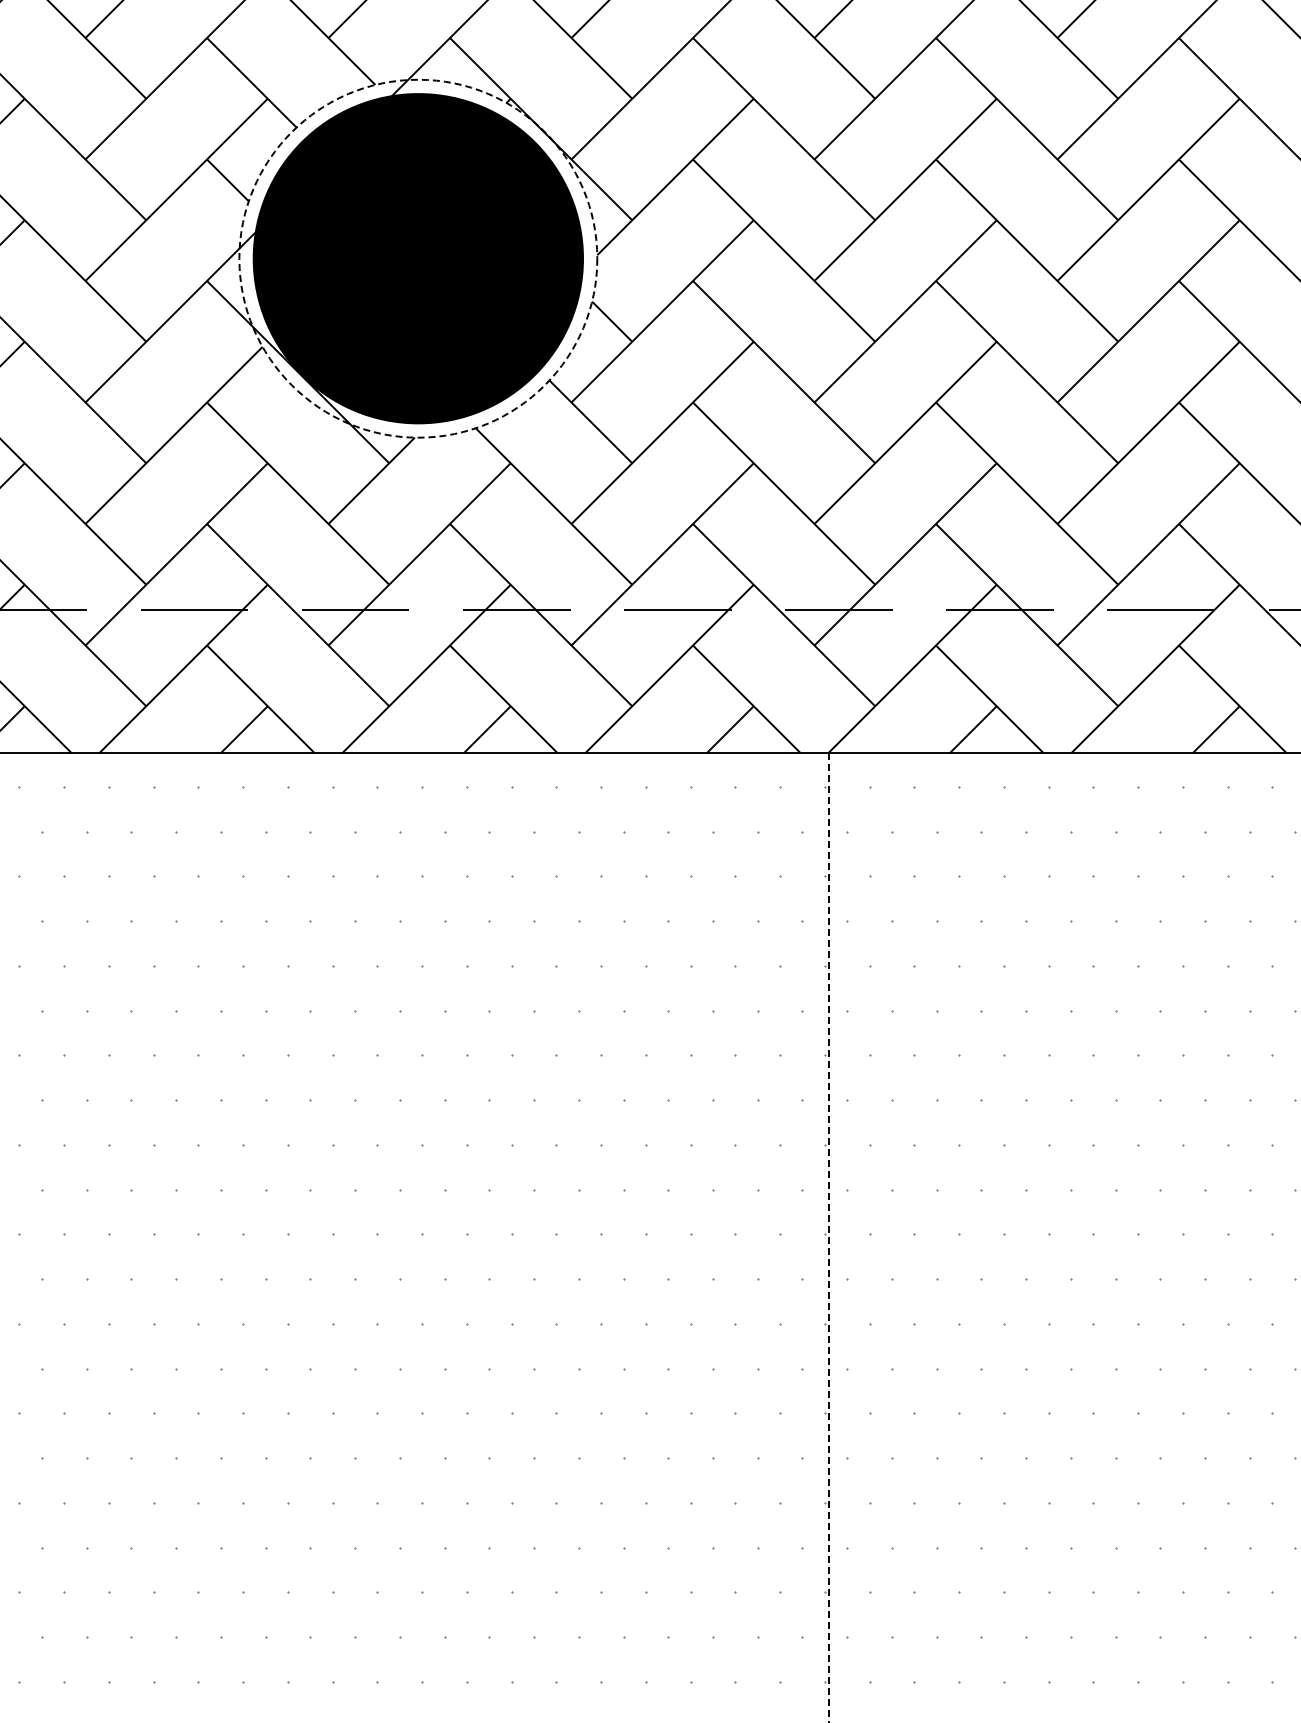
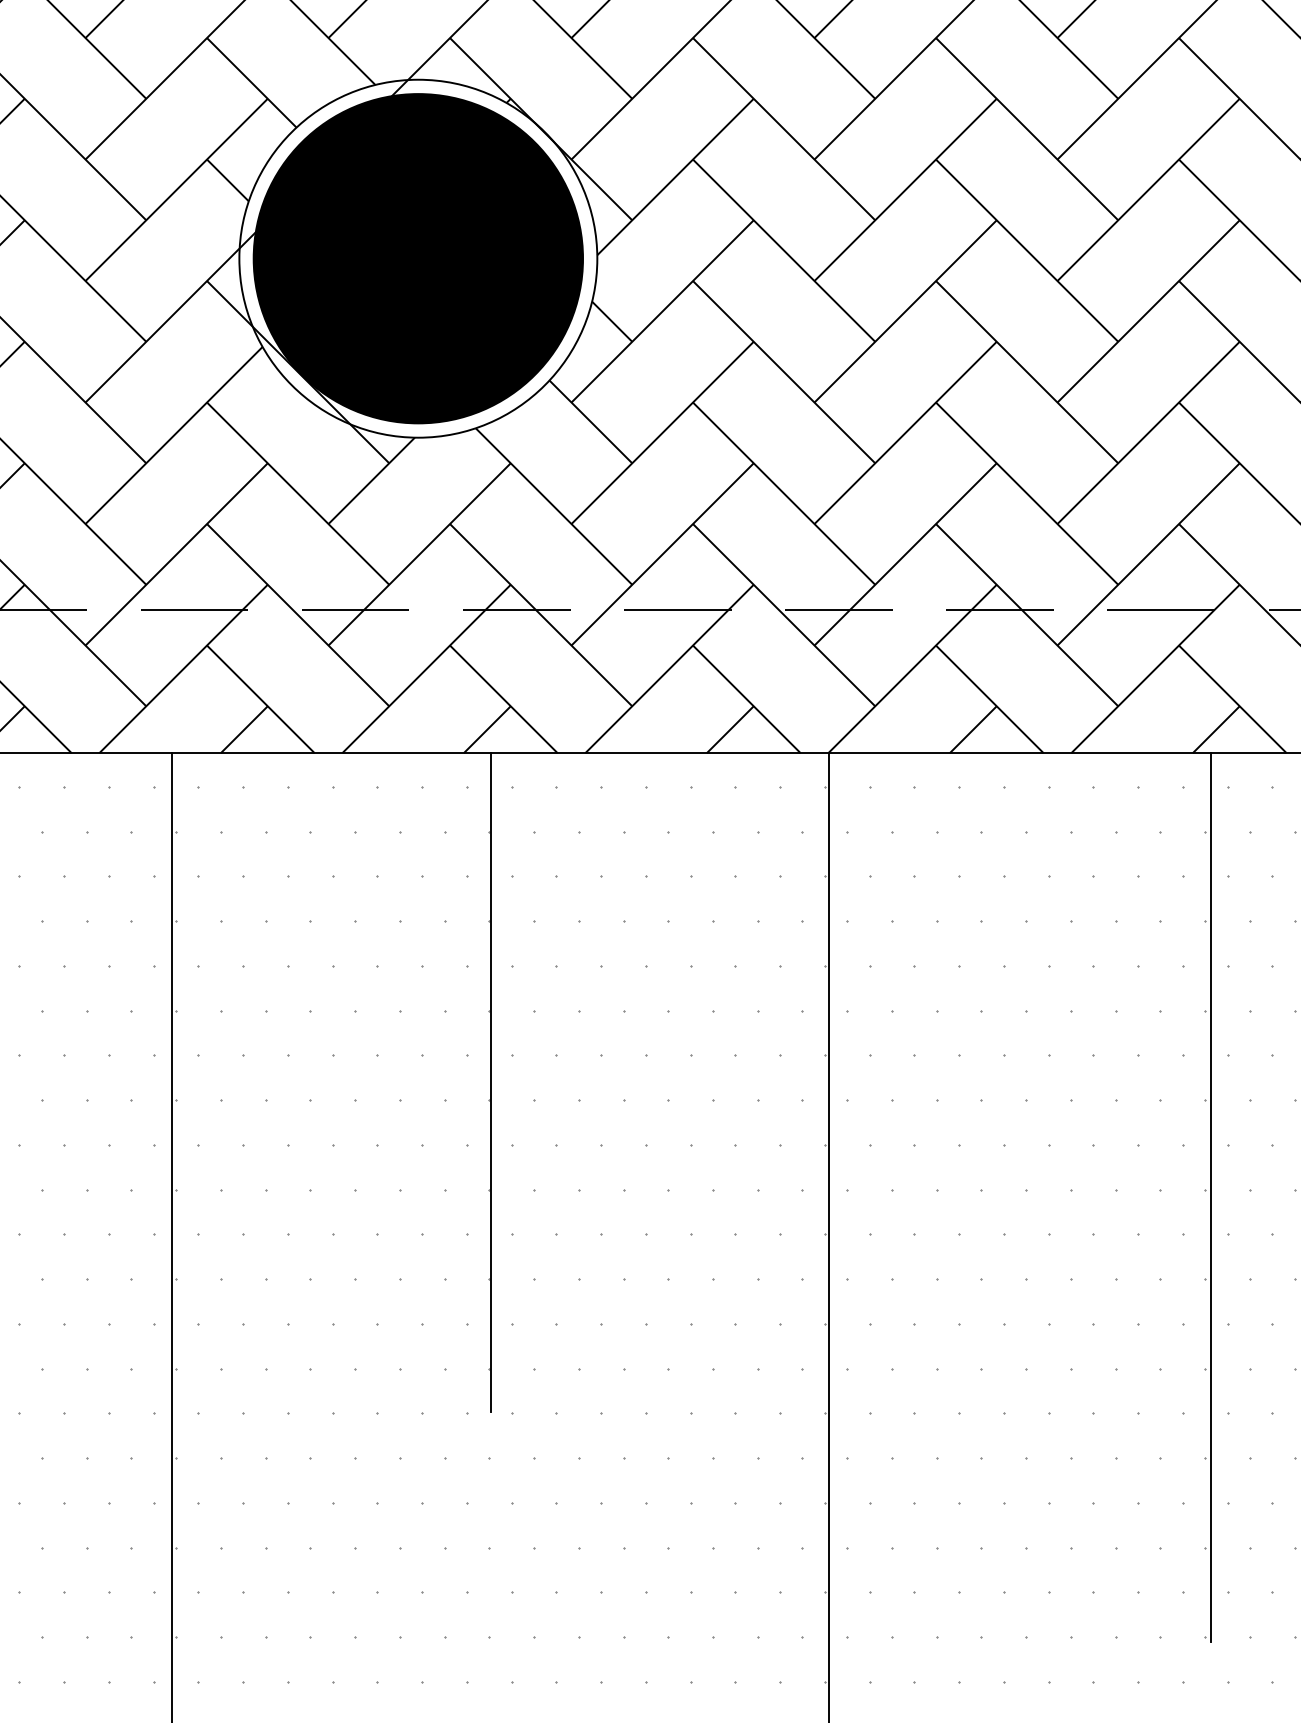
circle at (418, 258): dashed -> solid
line at (490, 1082): none -> present
line at (1211, 1197): none -> present
line at (171, 1236): none -> present
line at (828, 1238): dashed -> solid
